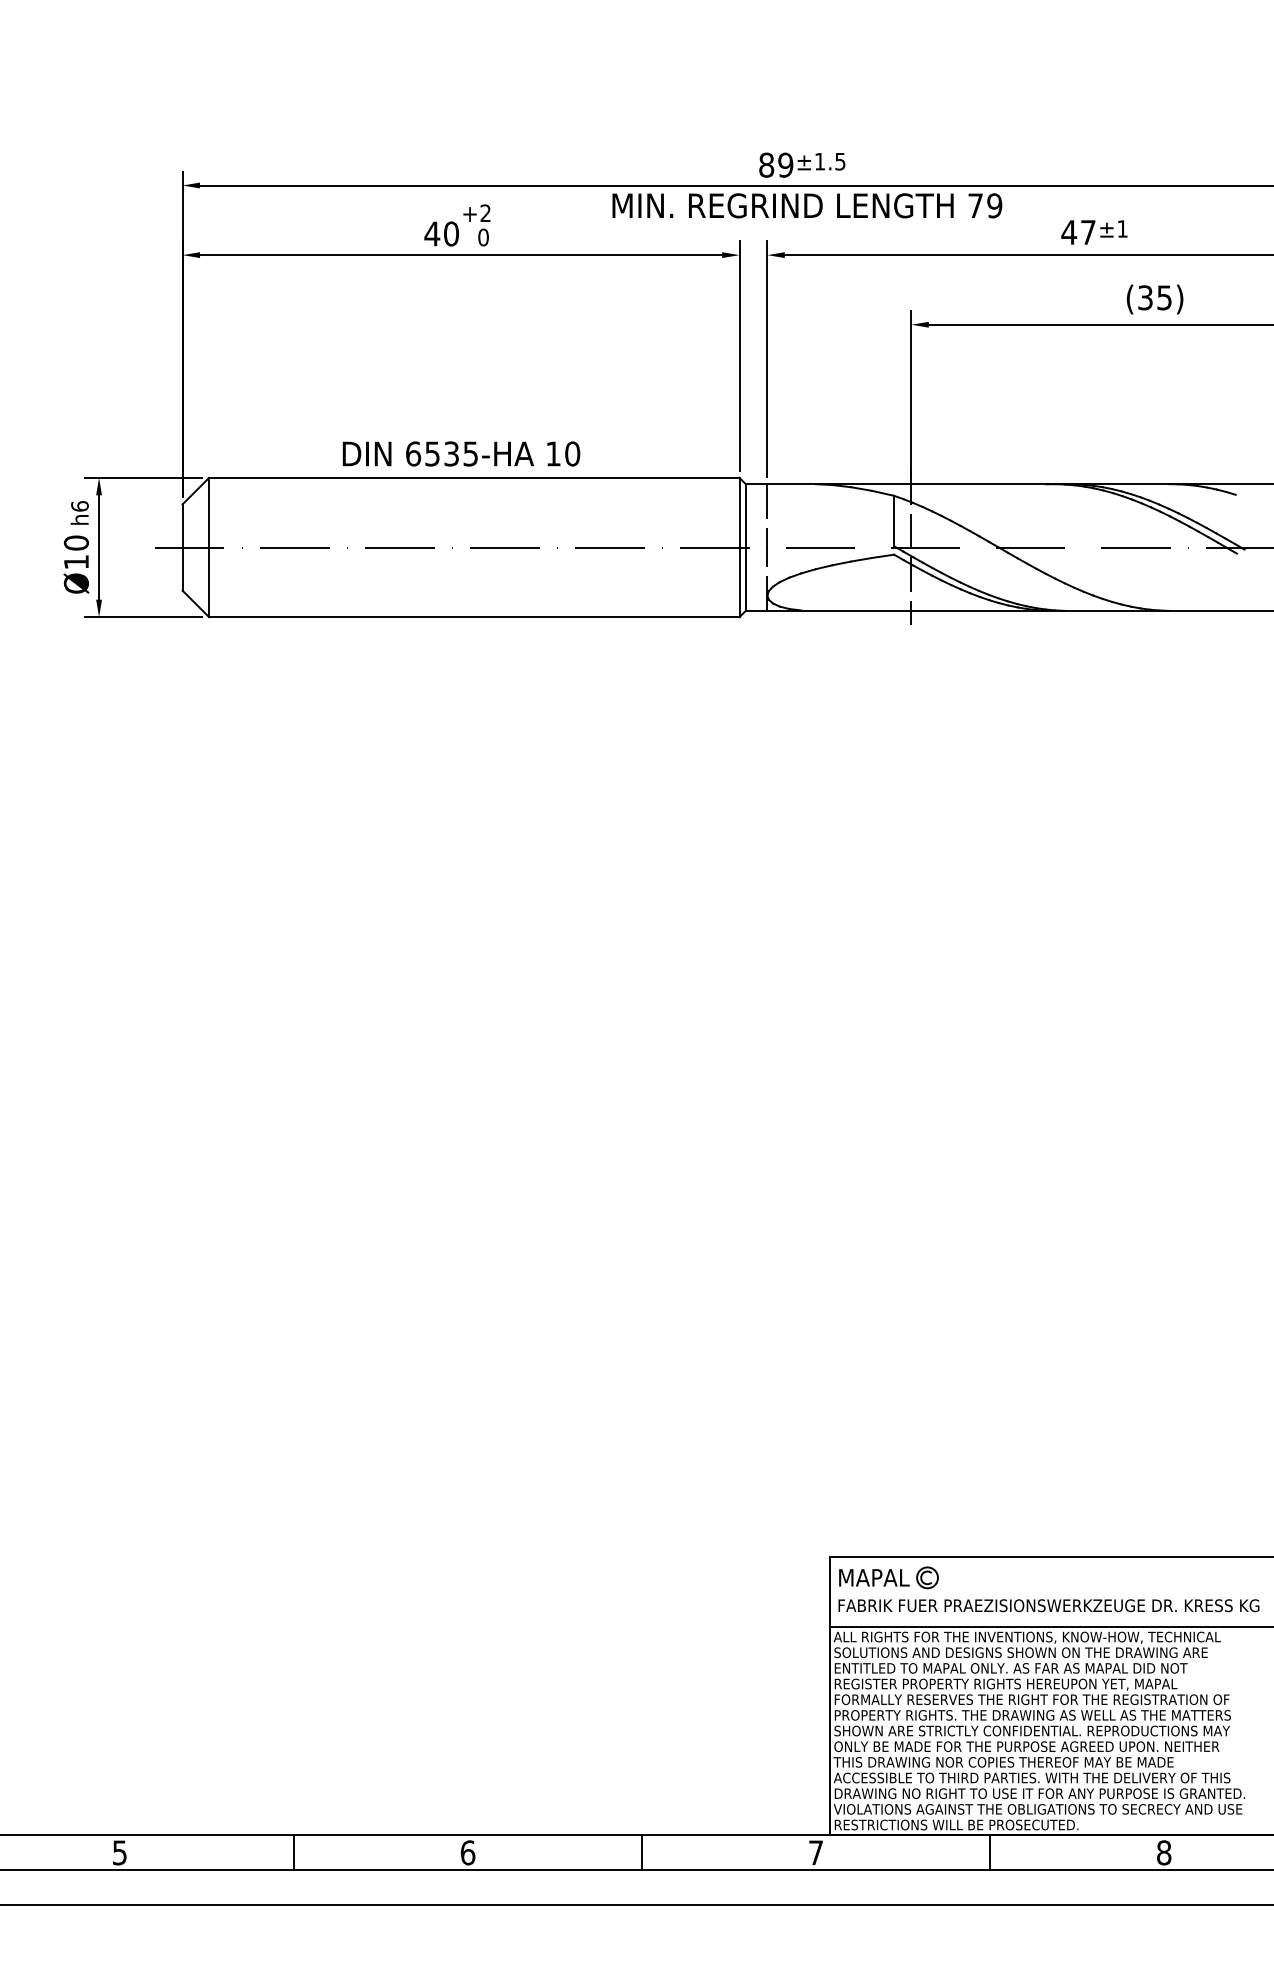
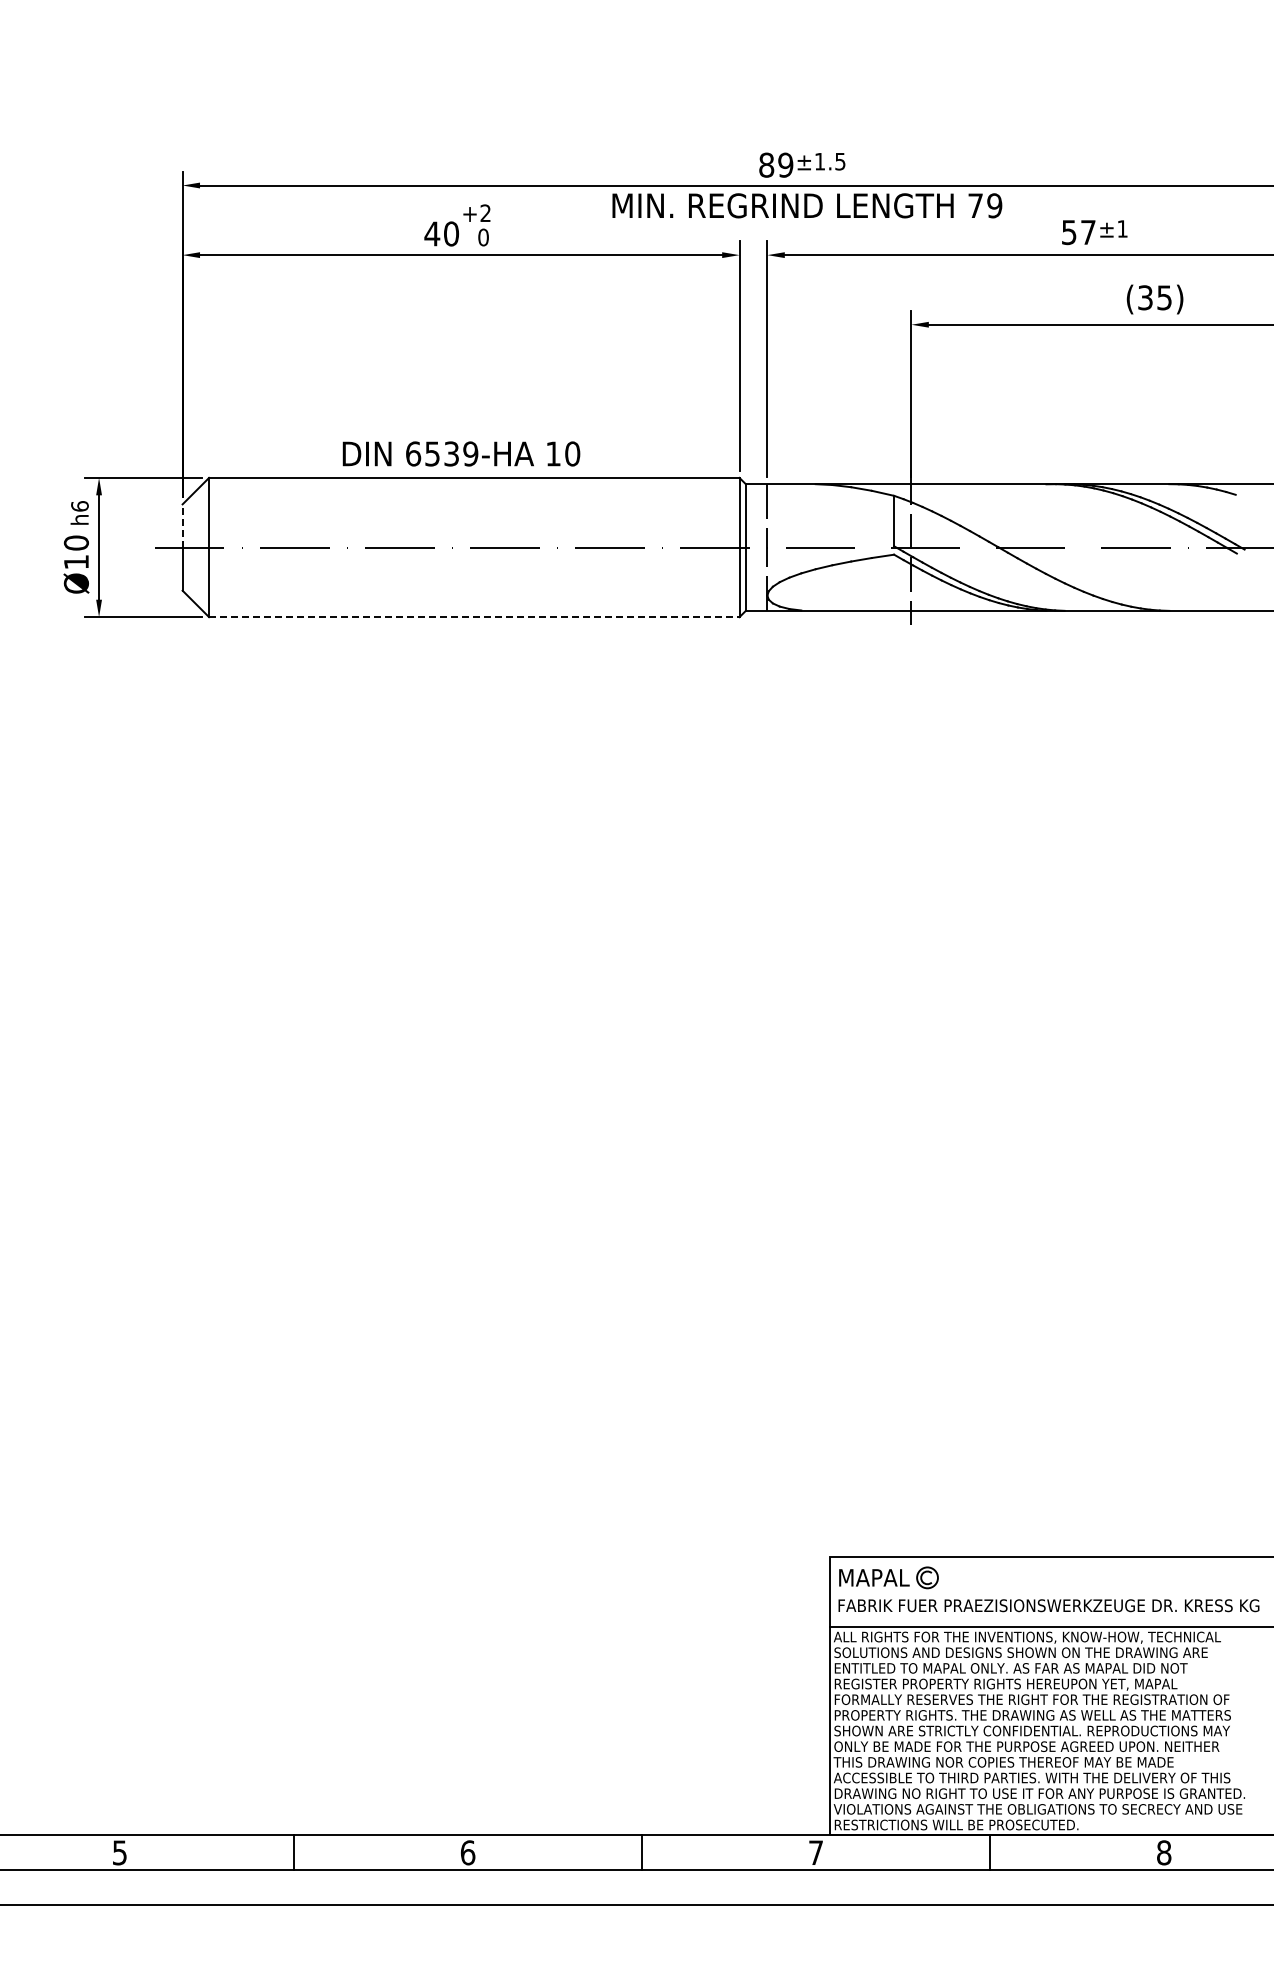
text at (1069, 232): 47 -> 57
text at (470, 453): 6535-HA -> 6539-HA
line at (182, 525): solid -> dashed
line at (474, 617): solid -> dashed
